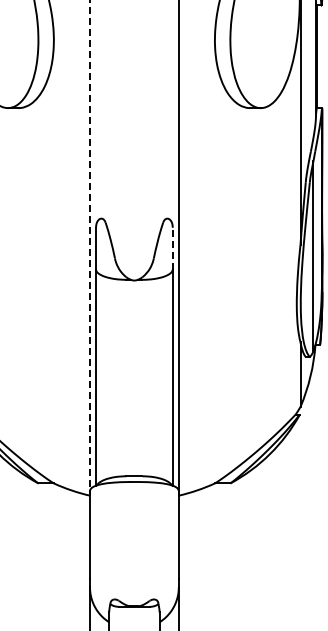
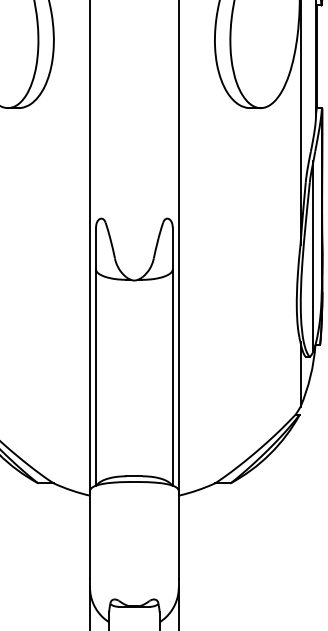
line at (89, 248): dashed -> solid
line at (172, 248): dashed -> solid
